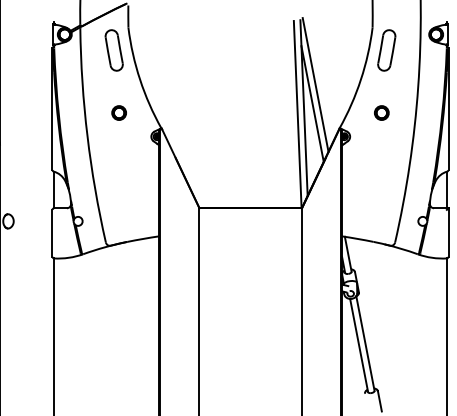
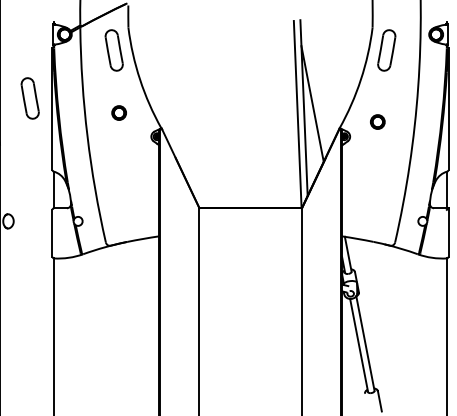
line at (315, 84): present -> none
part at (29, 98): none -> present
circle at (381, 112) position: (381, 112) -> (377, 121)
